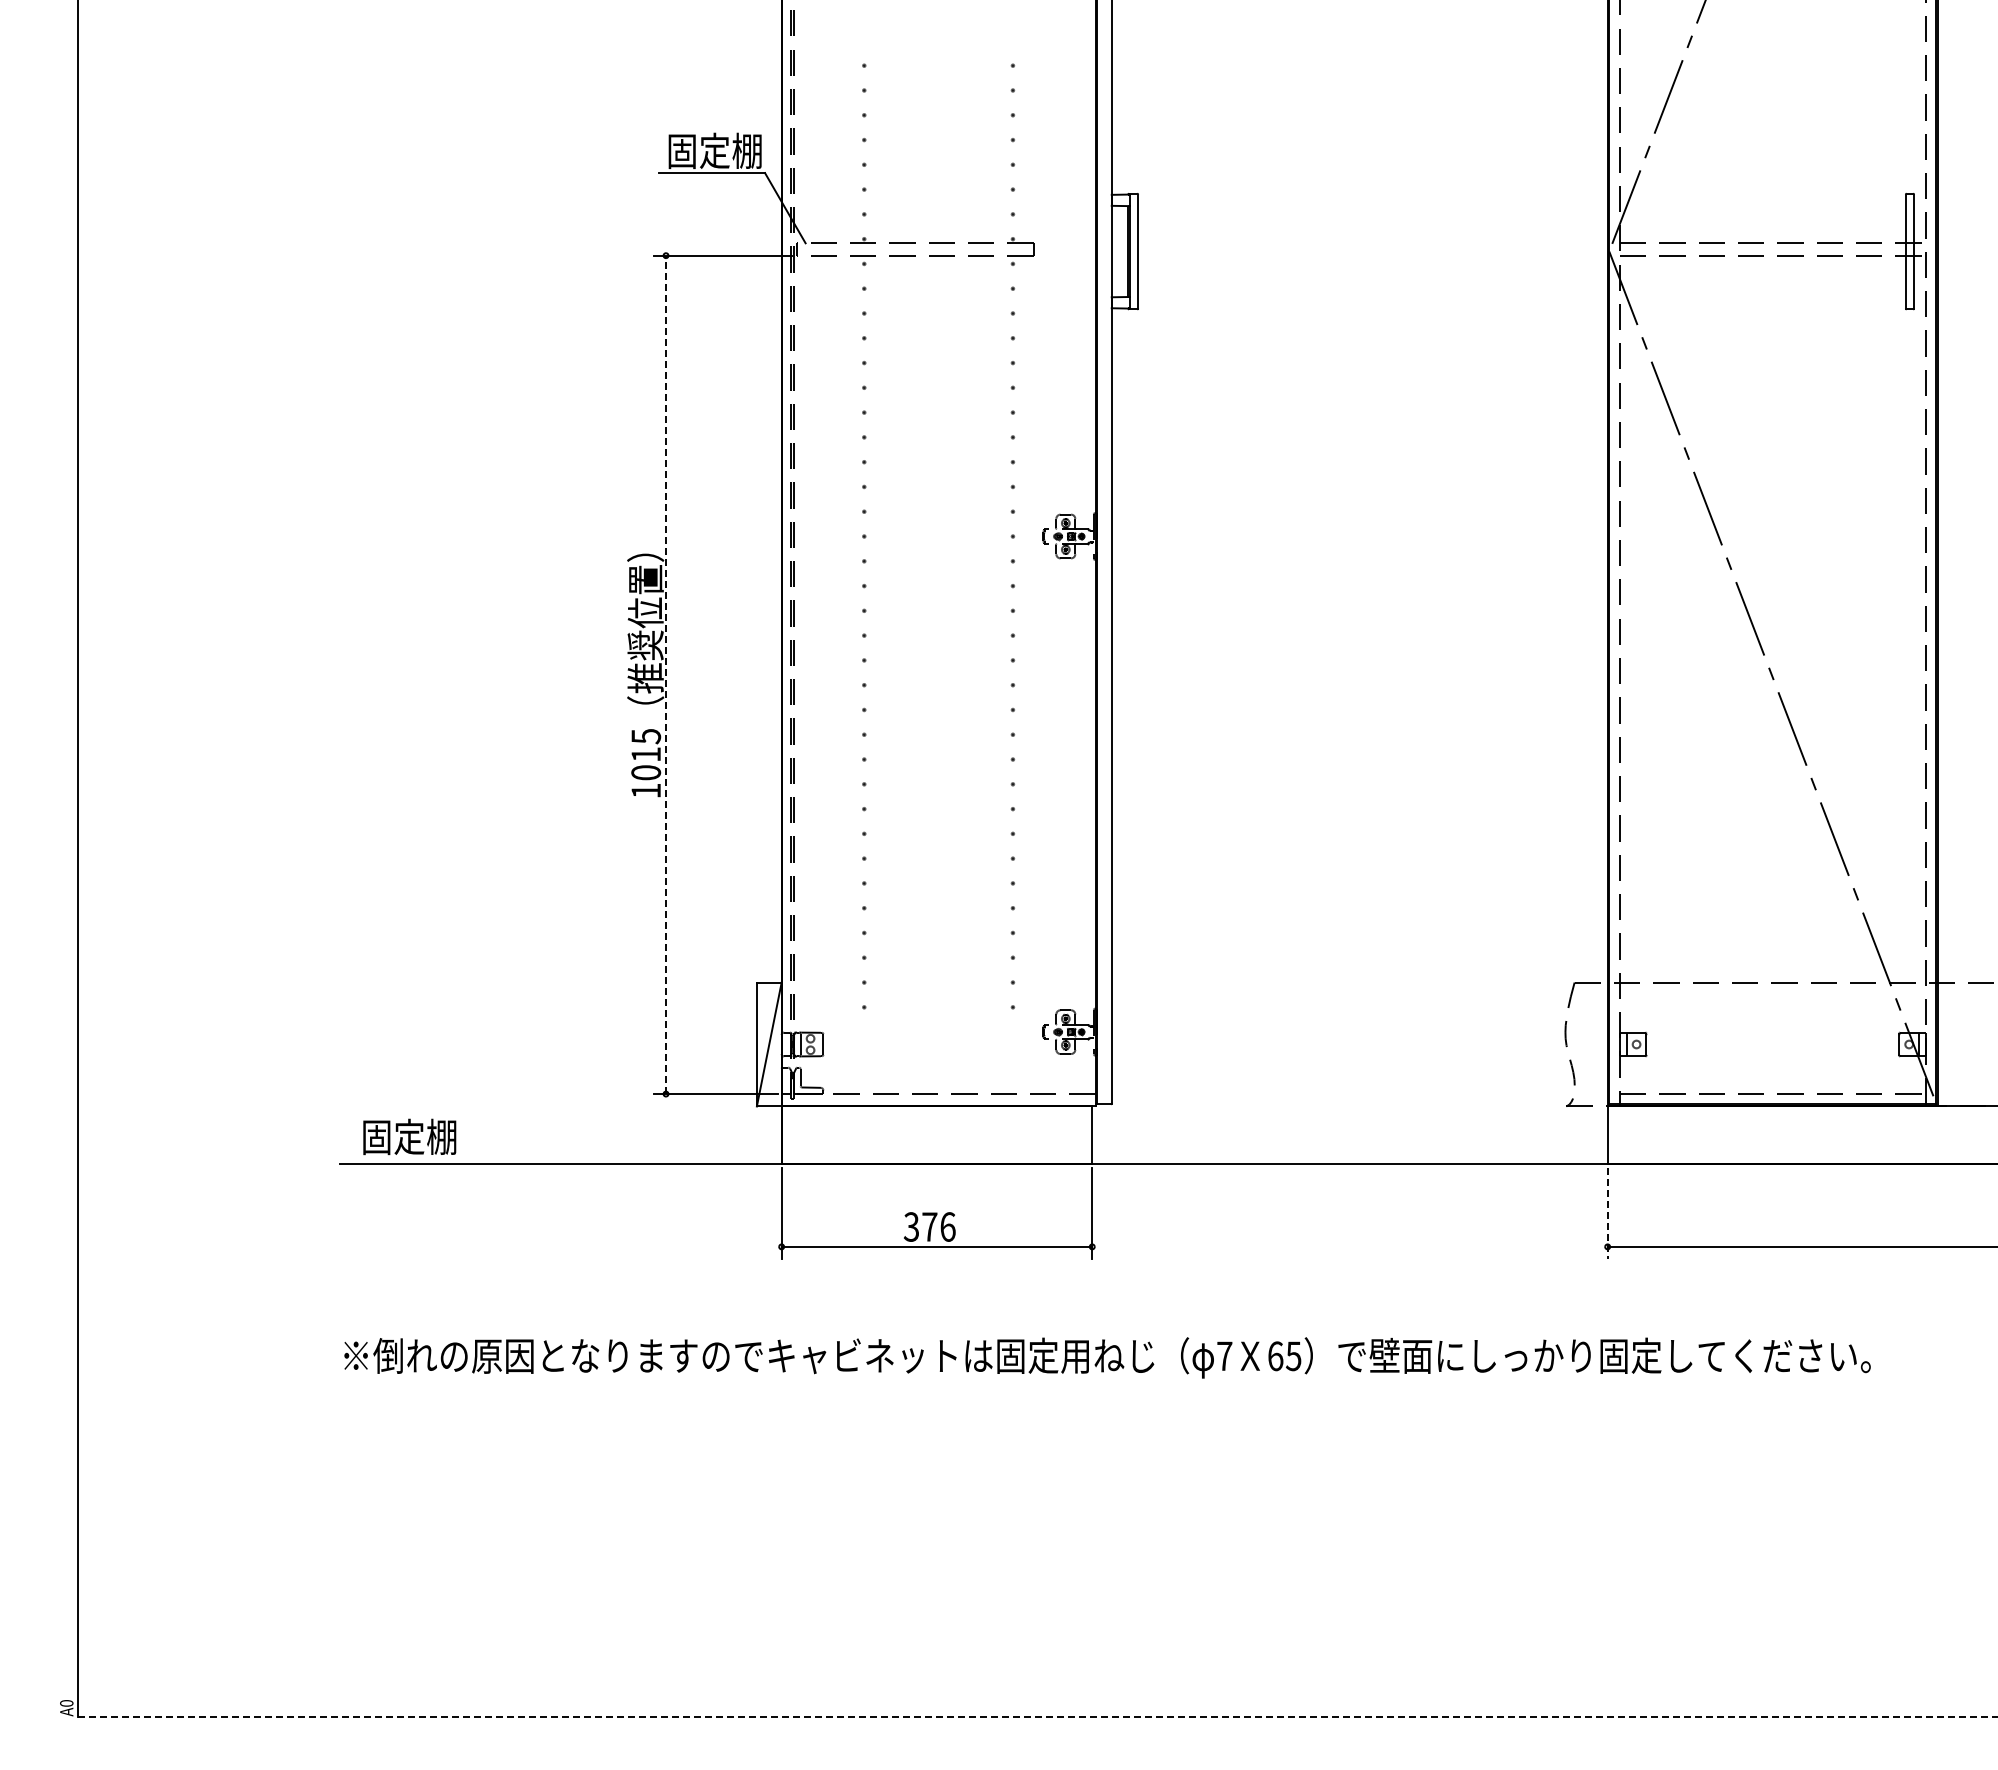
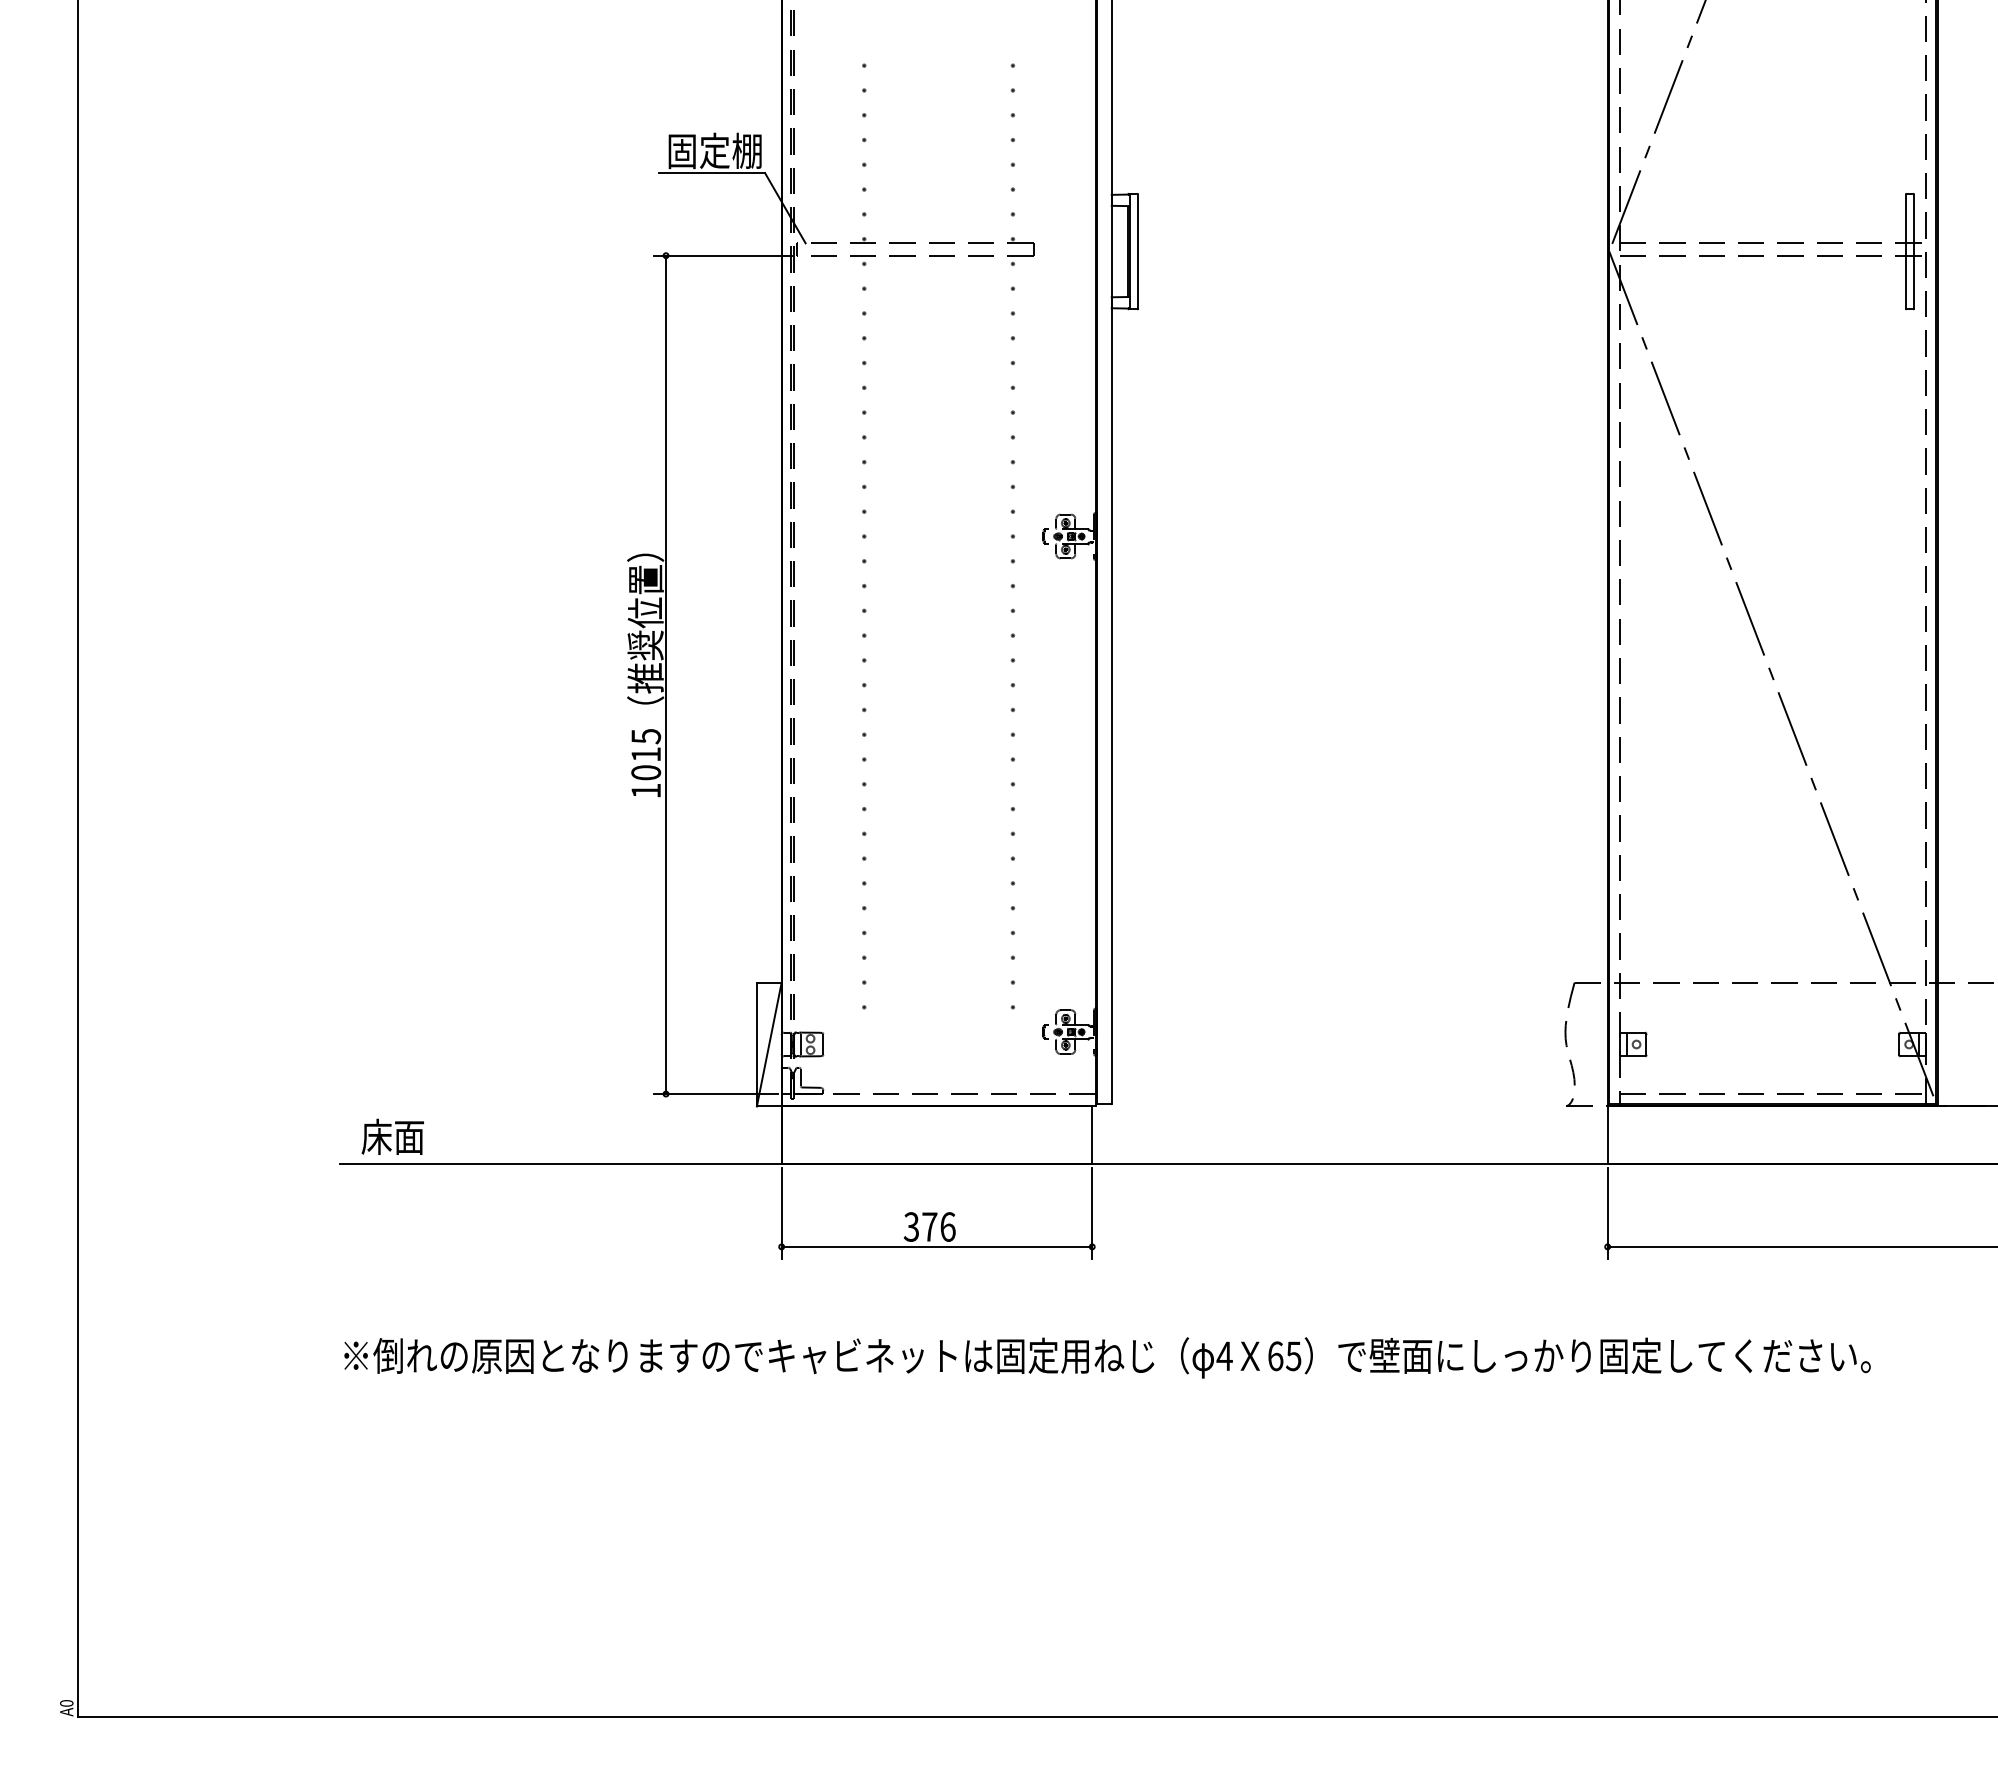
line at (666, 674): dashed -> solid
text at (408, 1136): 固定棚 -> 床面
line at (1607, 1214): dashed -> solid
text at (1224, 1355): 7 -> 4
line at (1037, 1716): dashed -> solid
